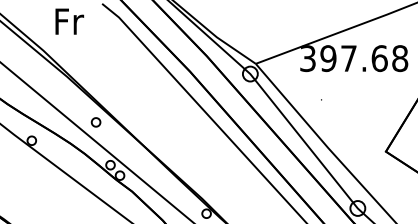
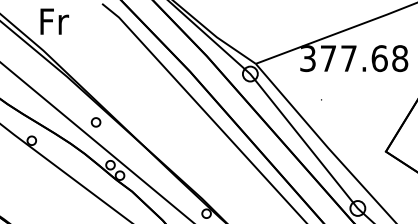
text at (69, 21) position: (69, 21) -> (54, 21)
text at (328, 58): 397.68 -> 377.68
